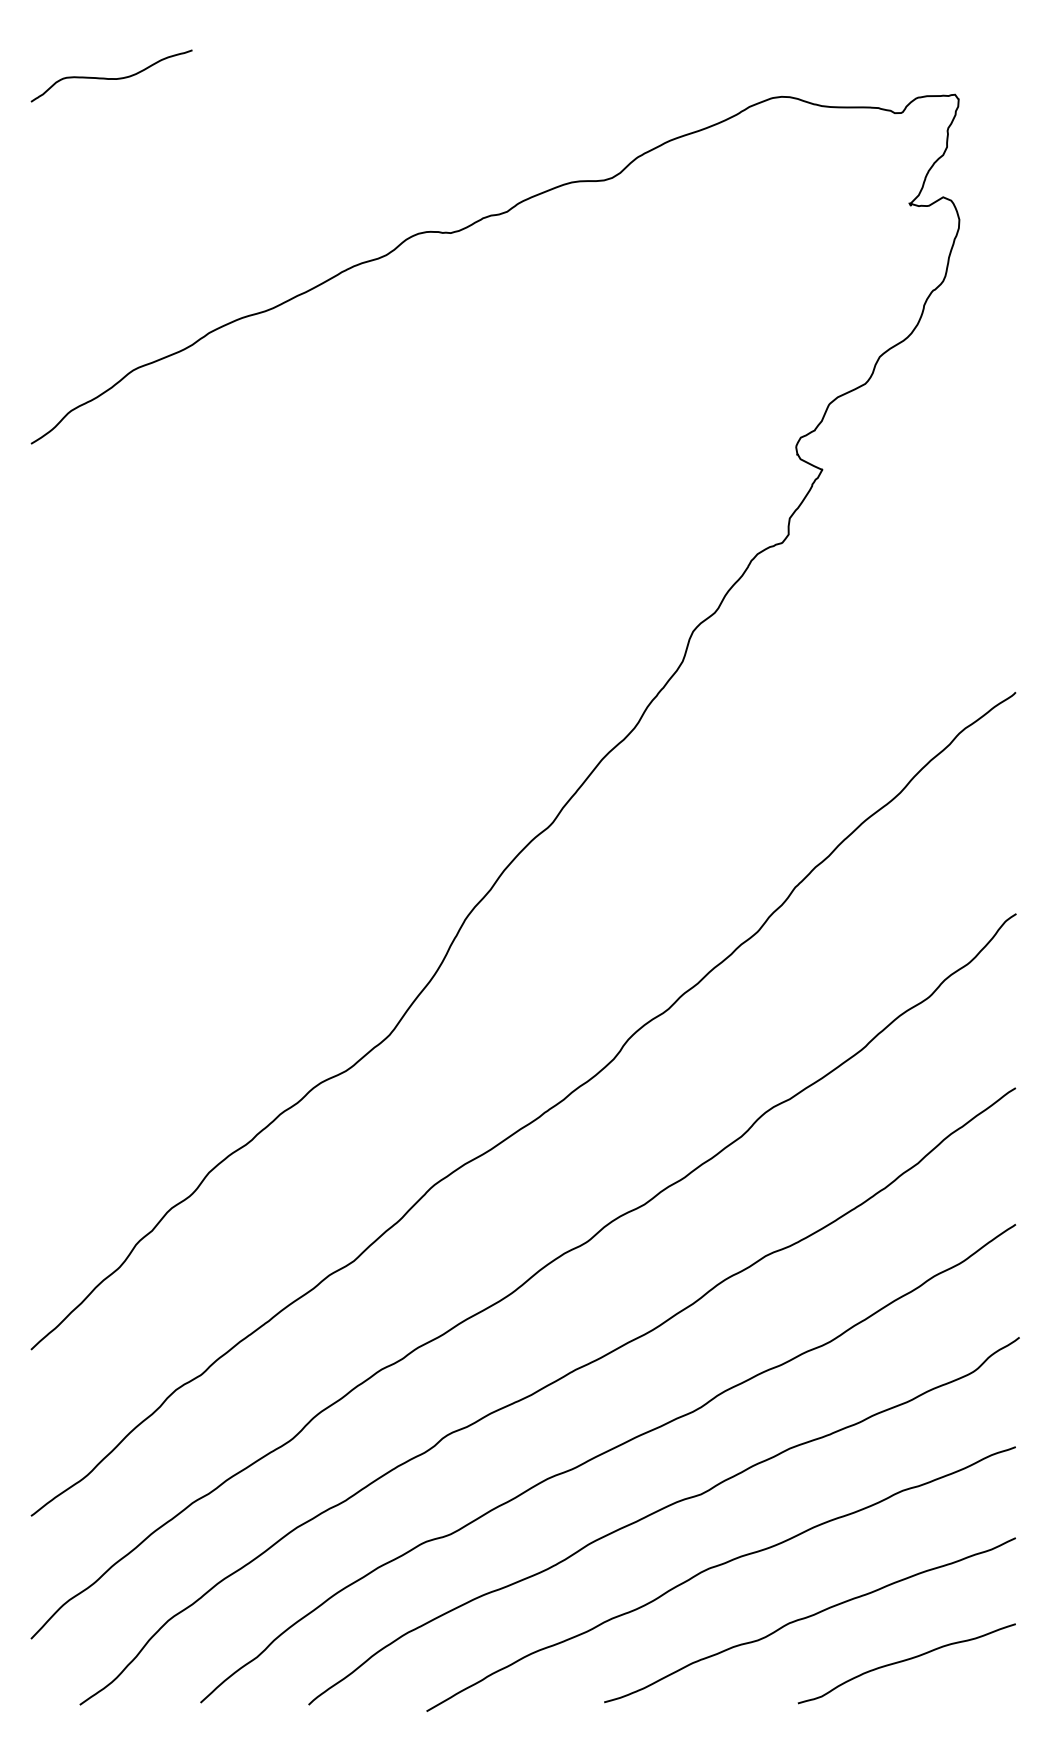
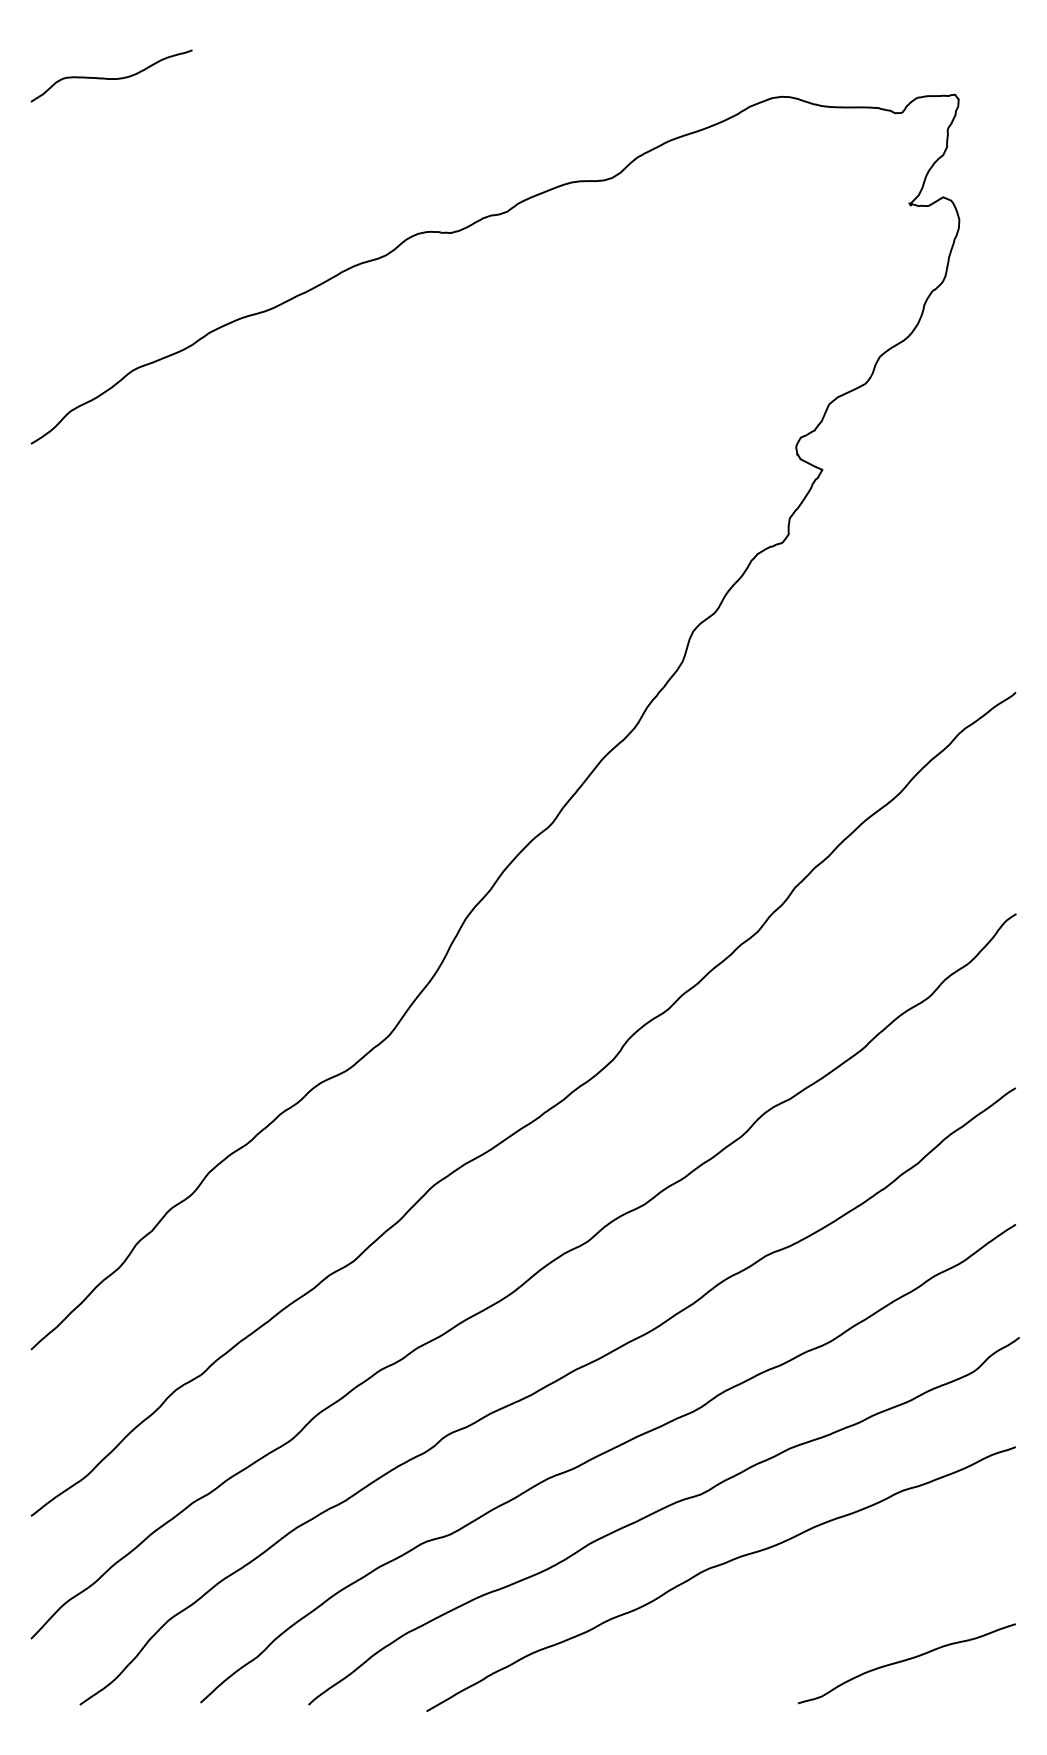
curve at (807, 1618): present -> none
